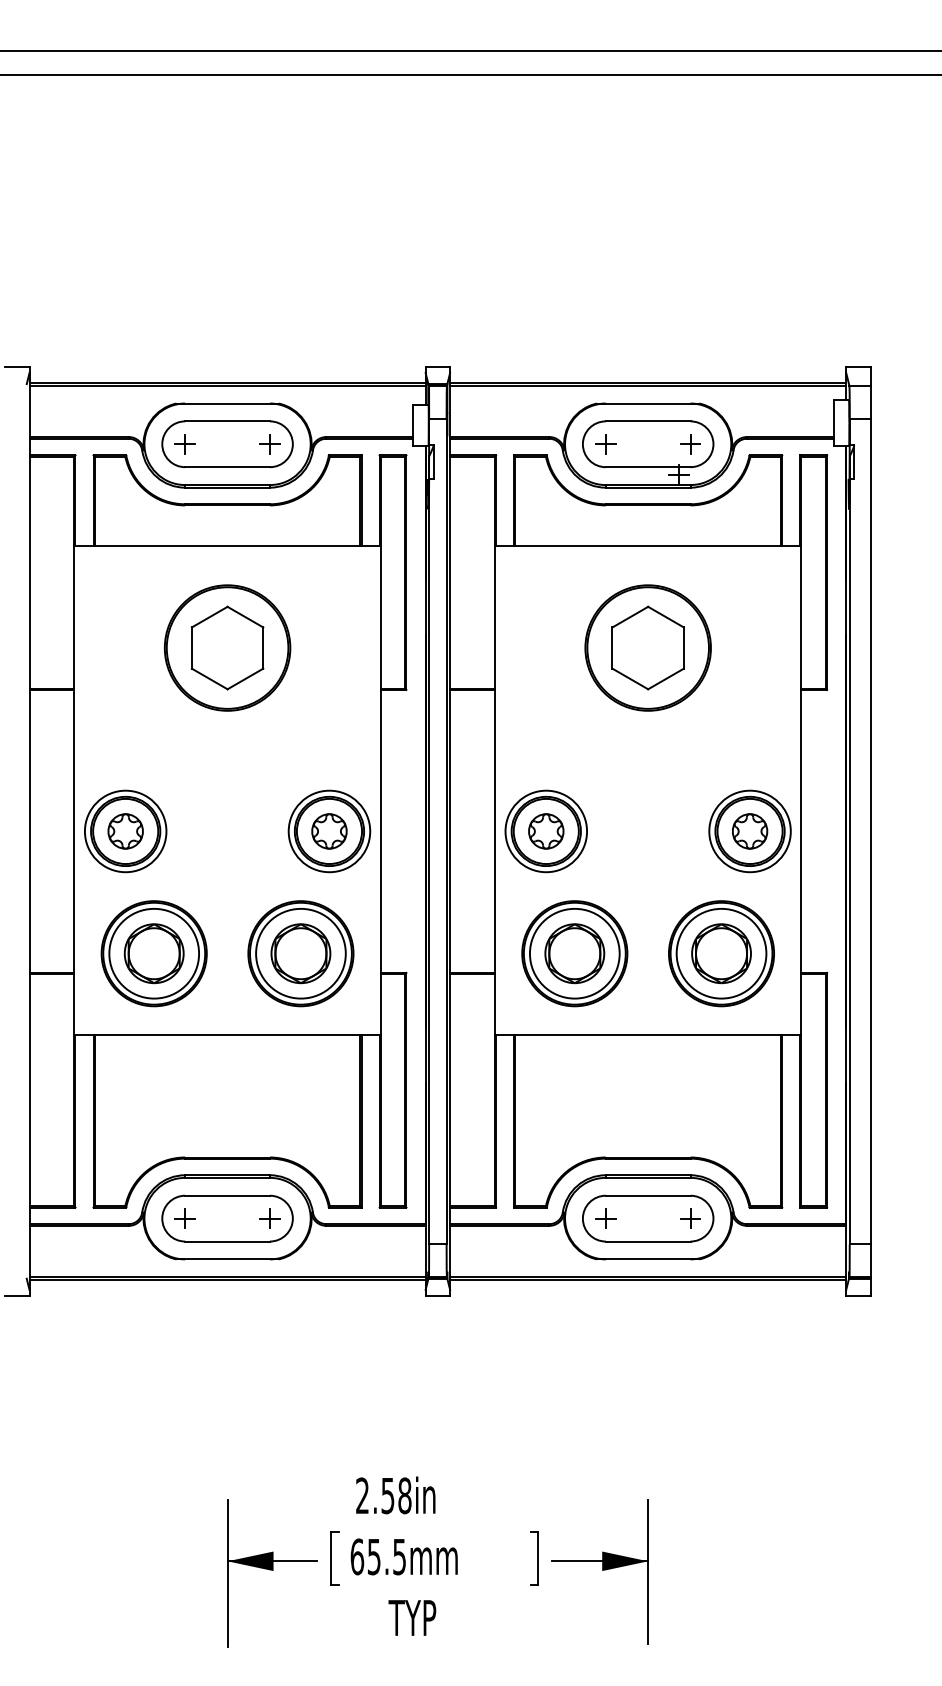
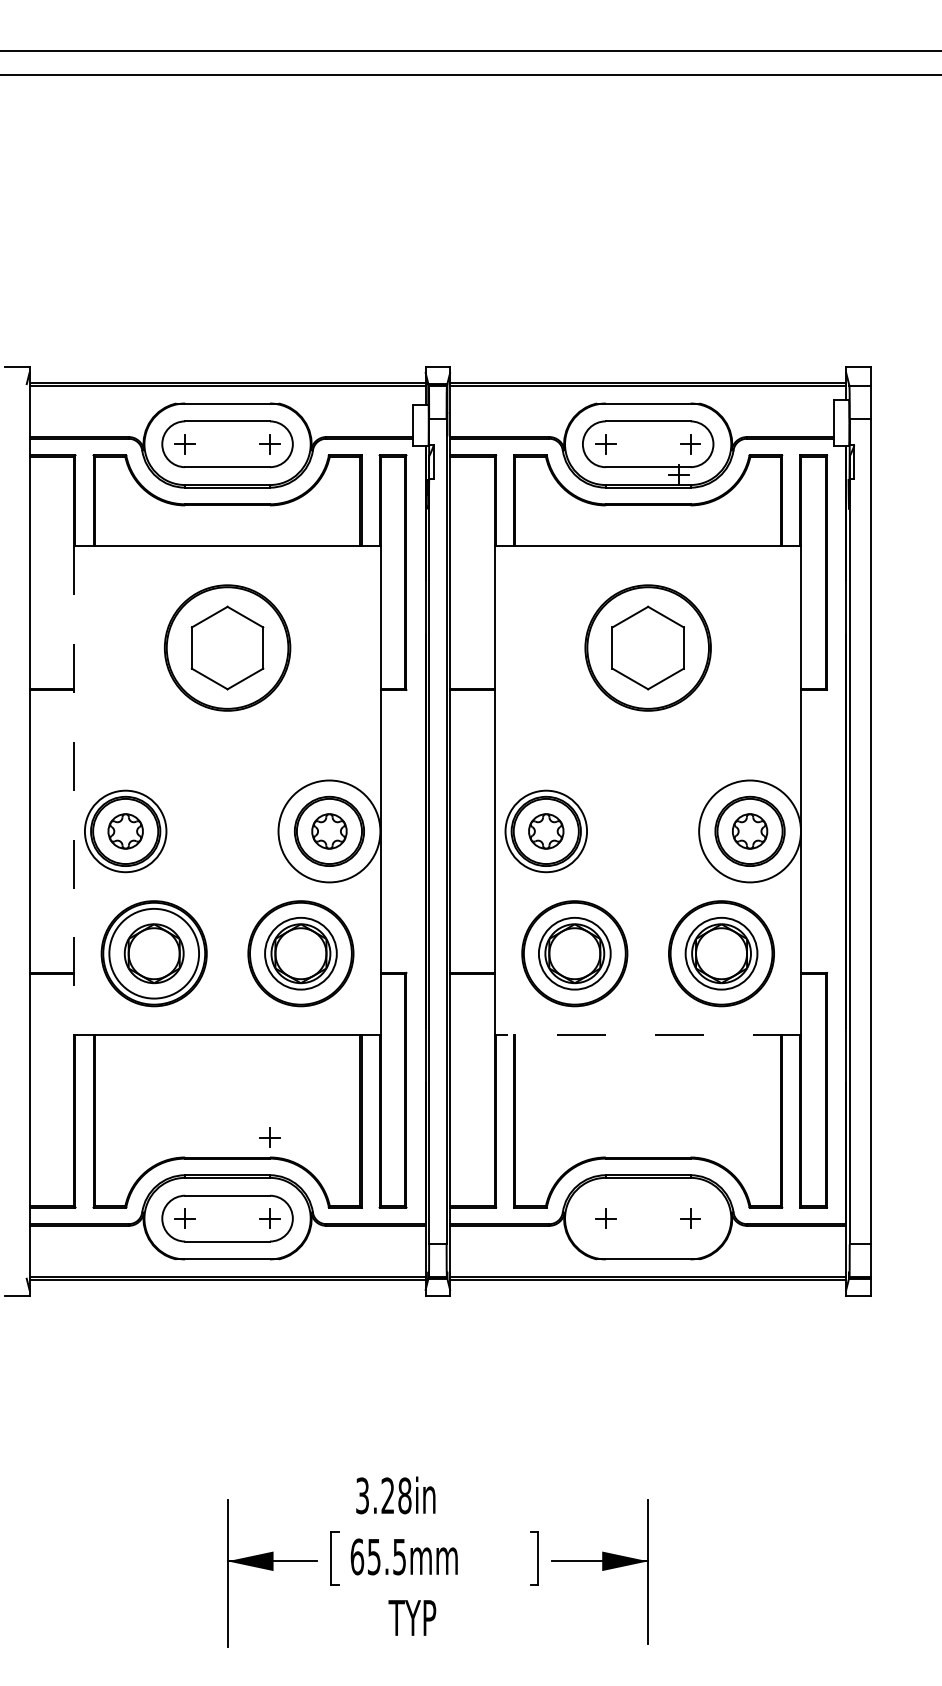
line at (74, 790): solid -> dashed
circle at (329, 831) diameter: 82 px -> 102 px
circle at (749, 831) diameter: 82 px -> 102 px
circle at (300, 953) diameter: 90 px -> 72 px
circle at (574, 953) diameter: 90 px -> 72 px
circle at (721, 953) diameter: 90 px -> 72 px
line at (647, 1035): solid -> dashed
part at (269, 1137): none -> present
part at (648, 1218): present -> none
text at (375, 1495): 2.58in -> 3.28in
